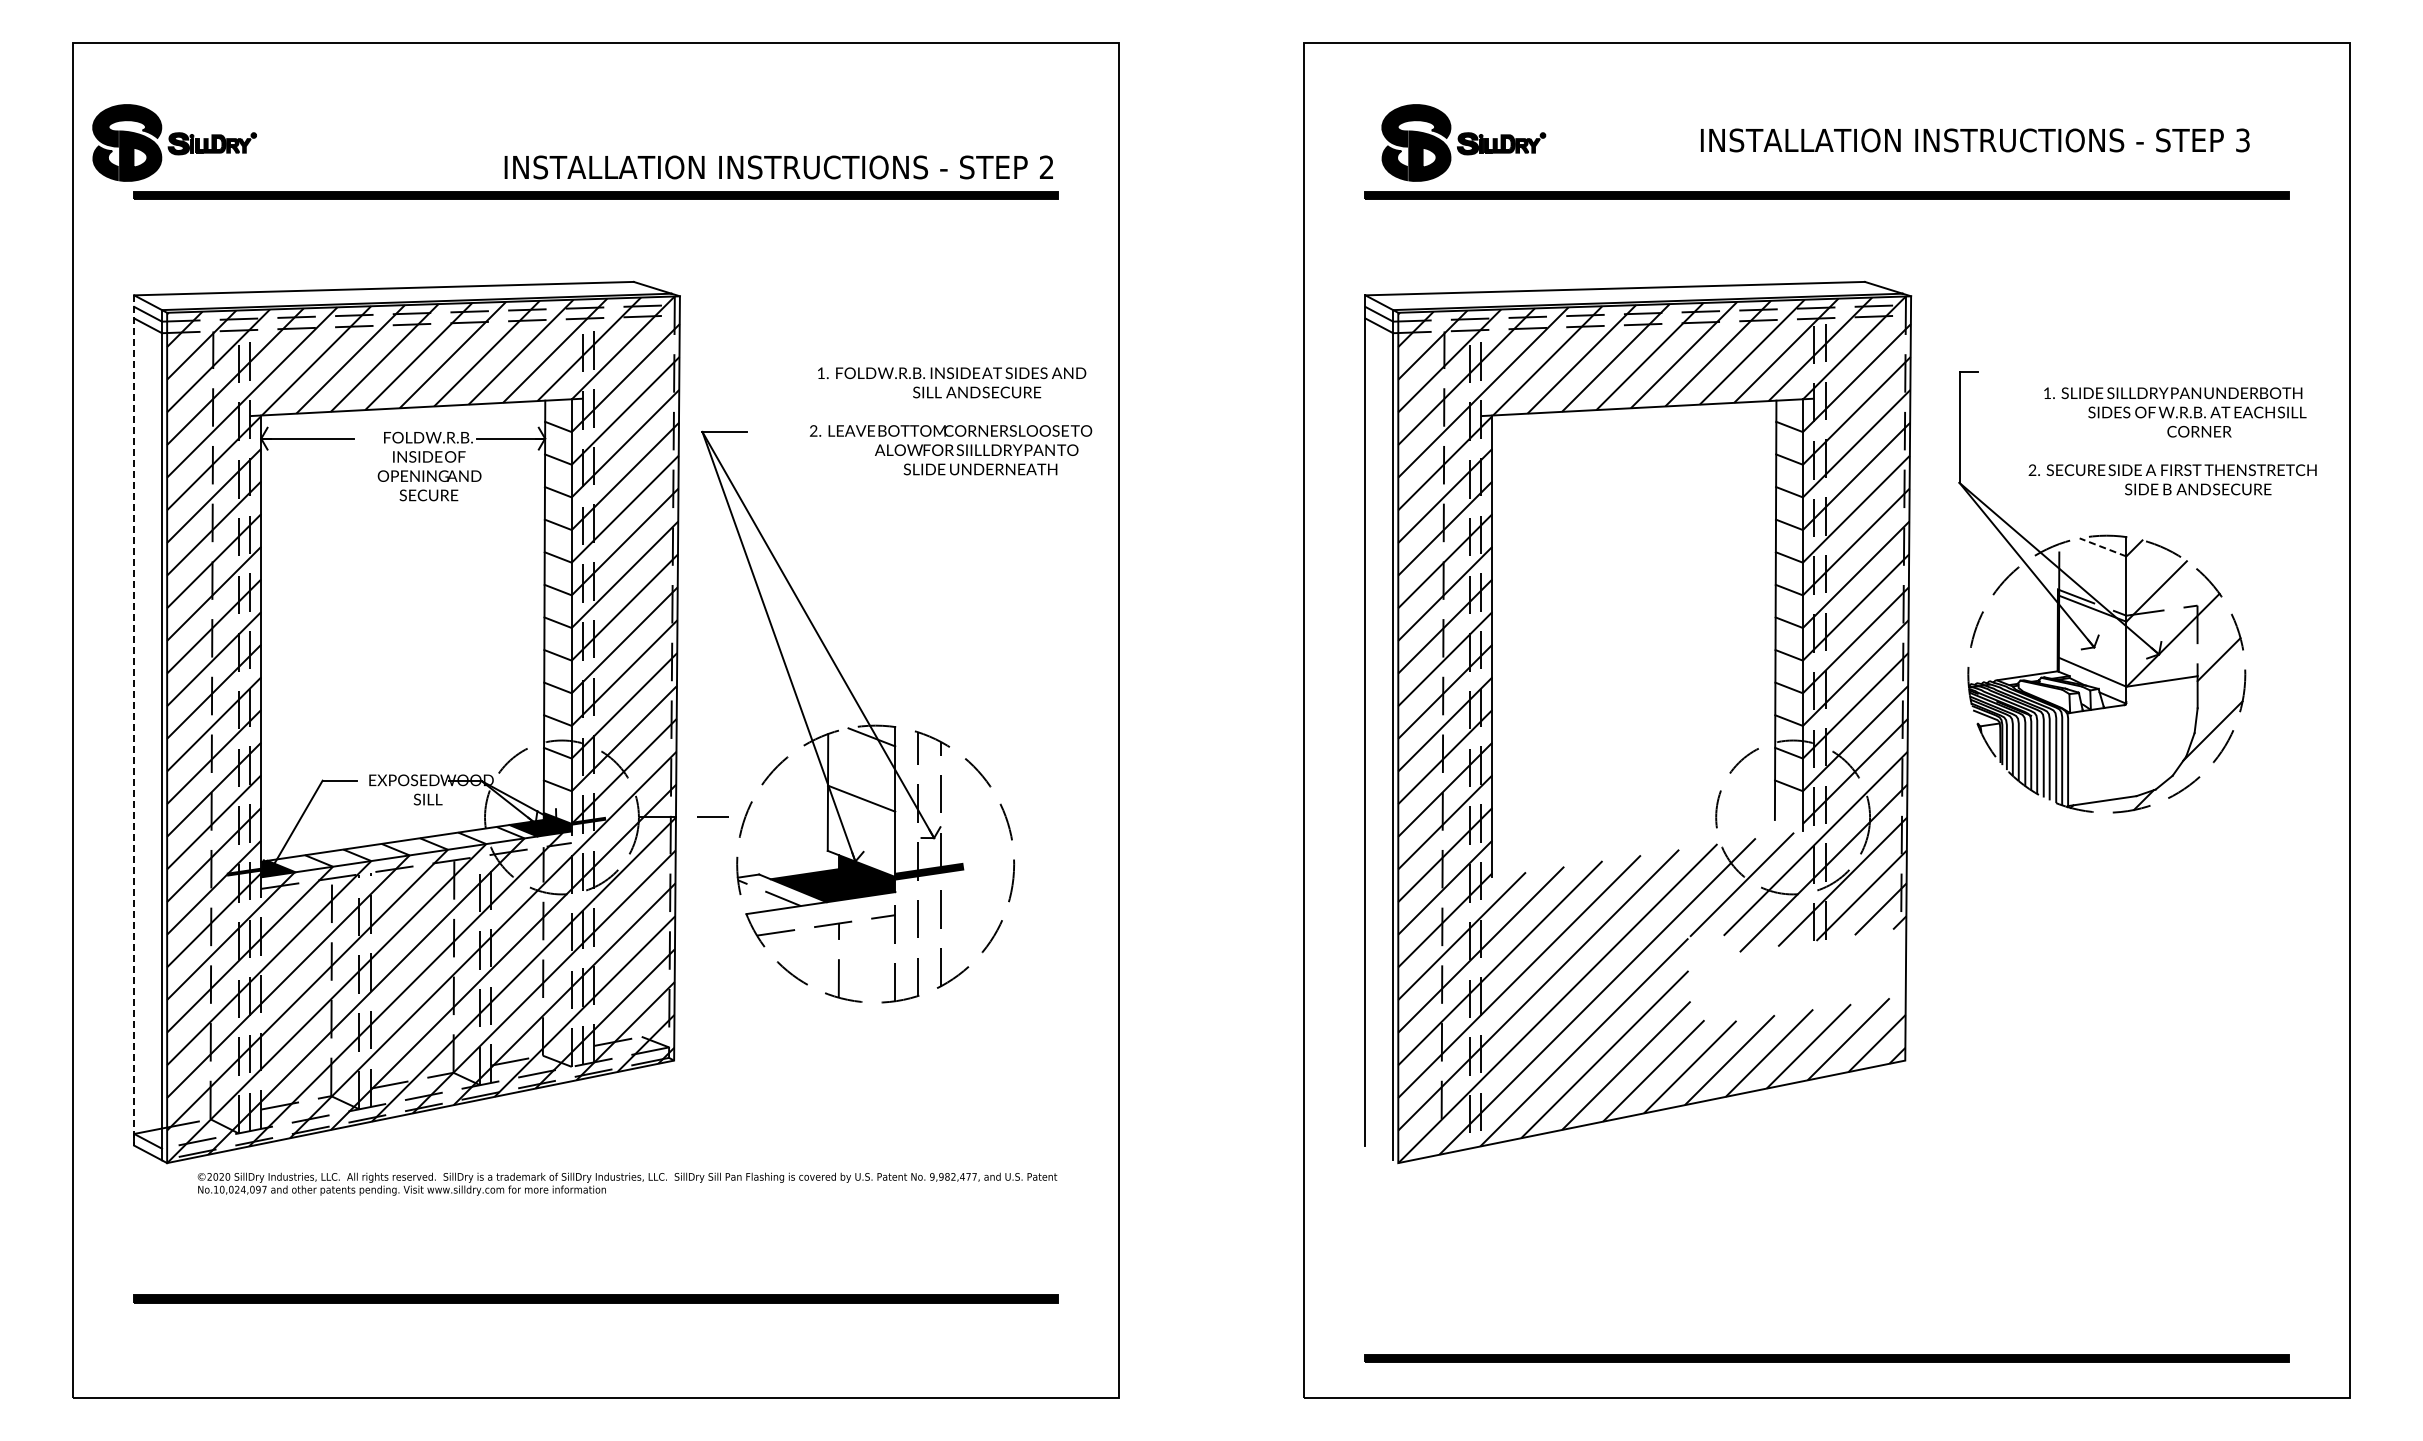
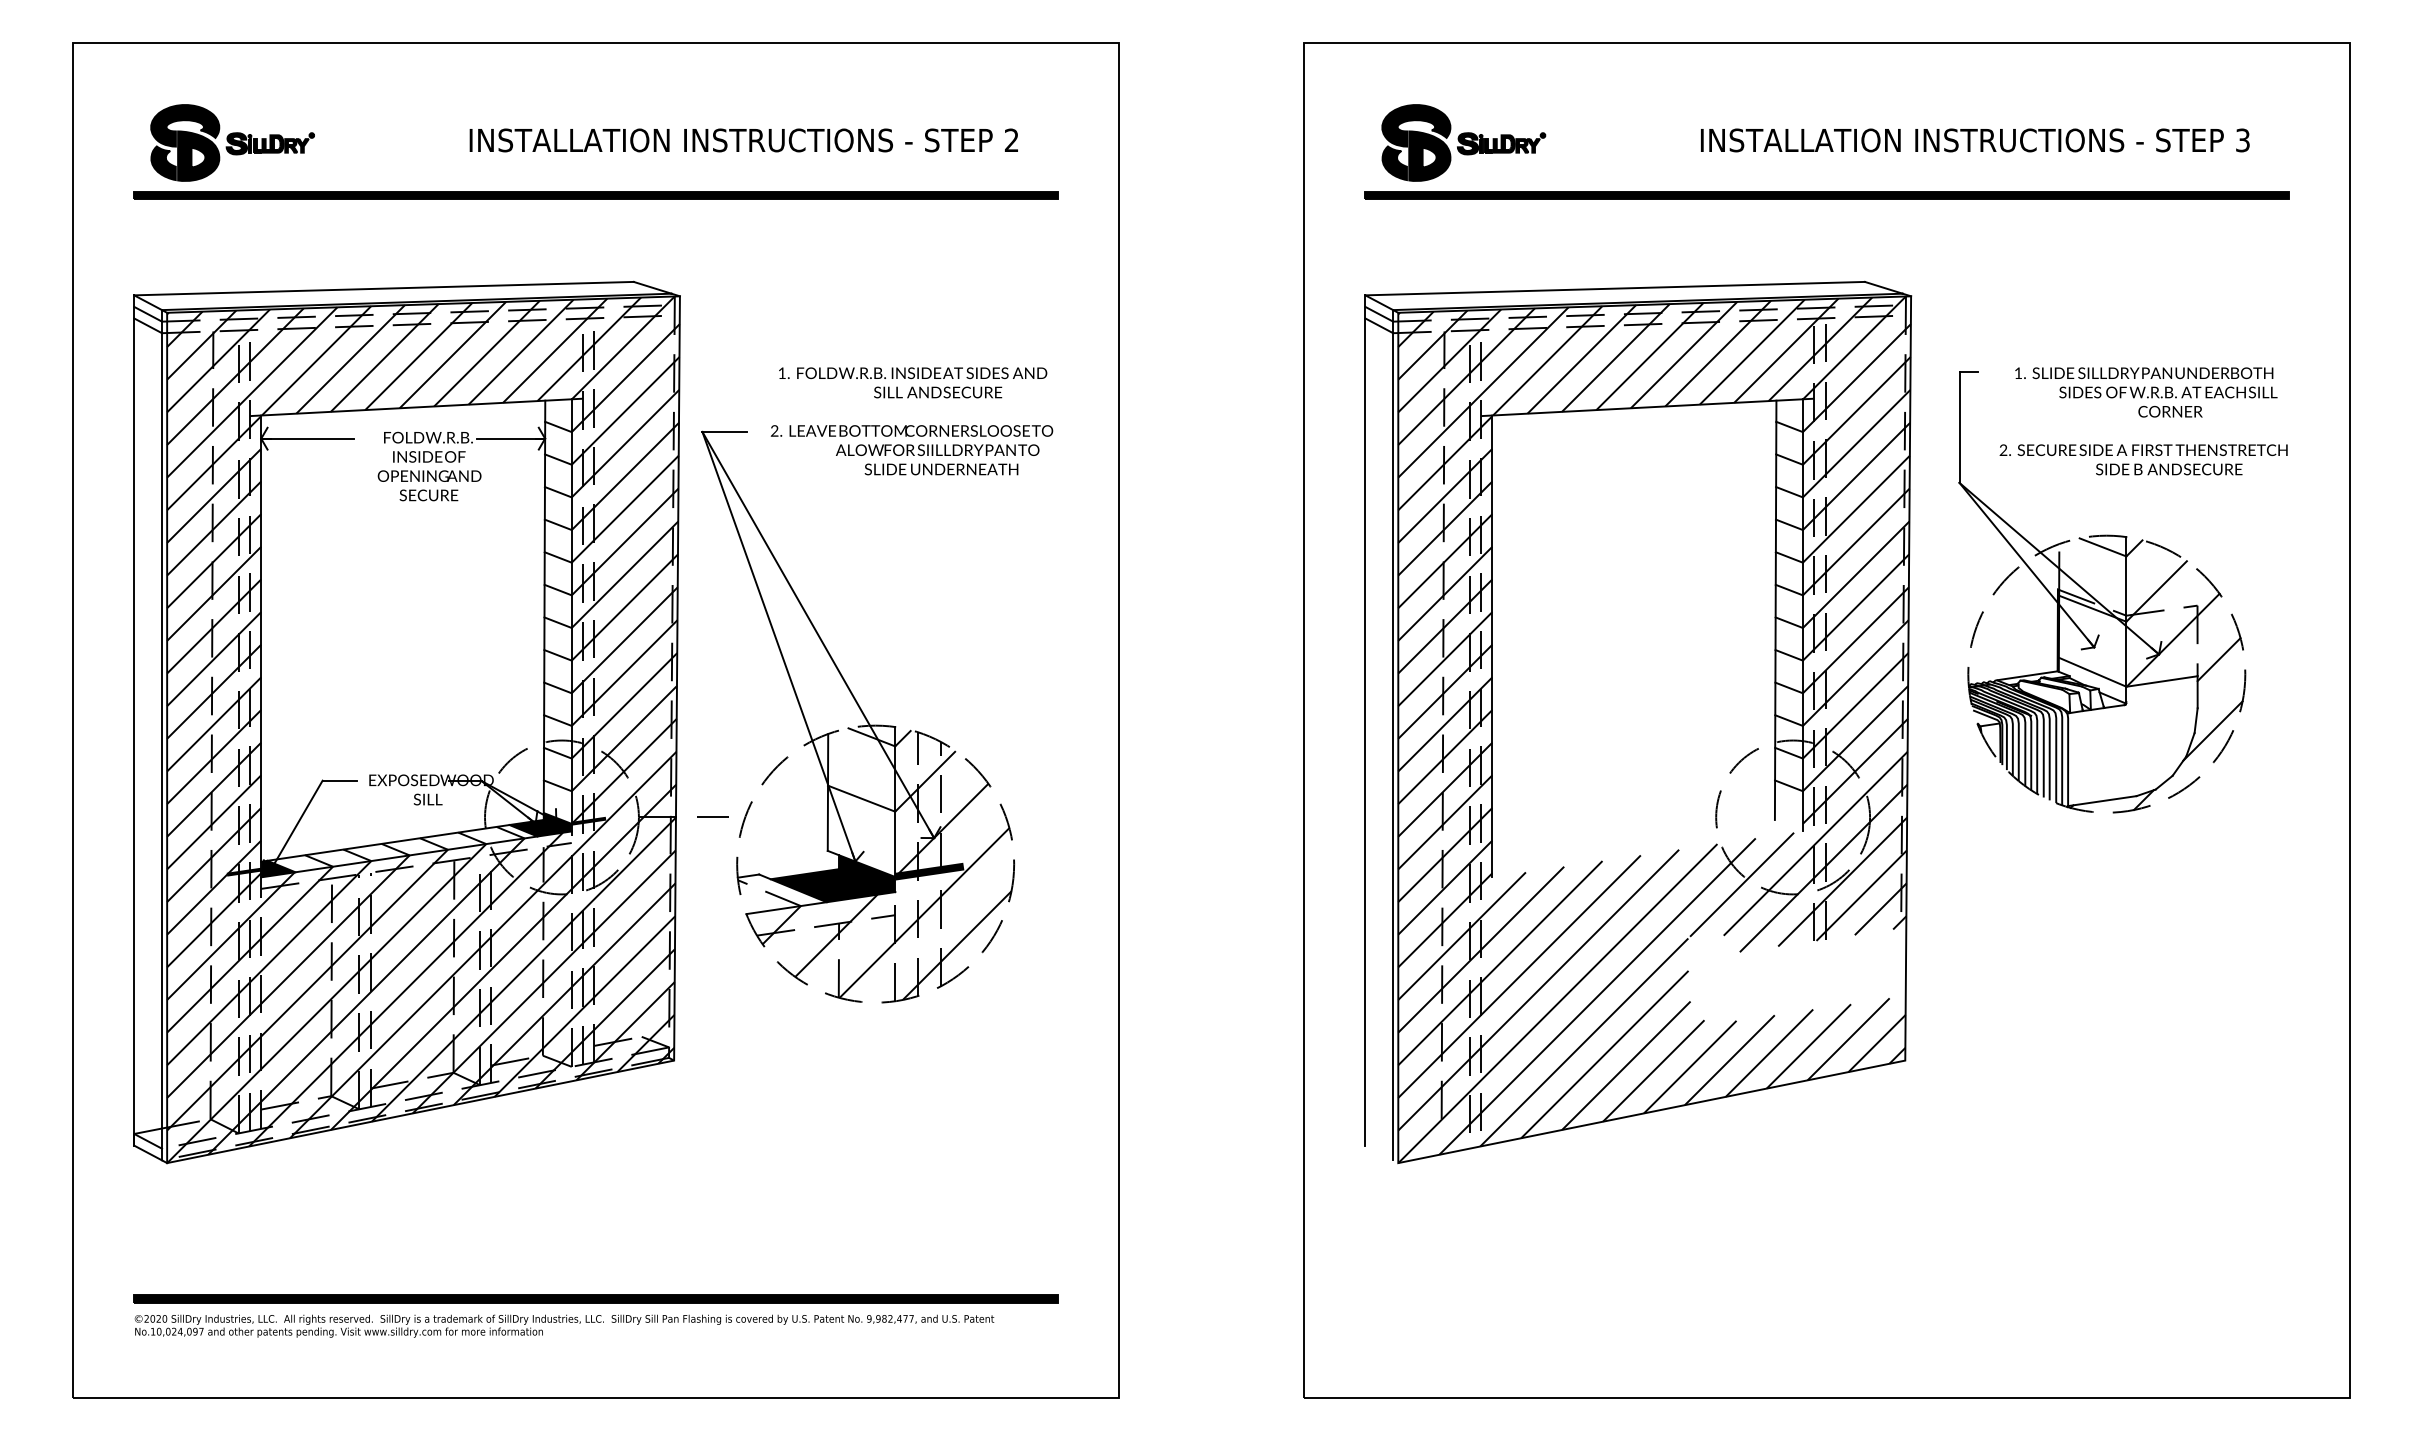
part at (174, 142) position: (174, 142) -> (232, 142)
text at (778, 167) position: (778, 167) -> (743, 140)
text at (950, 421) position: (950, 421) -> (911, 421)
text at (2172, 441) position: (2172, 441) -> (2143, 421)
line at (2102, 547): dashed -> solid
line at (134, 720): dashed -> solid
hatch at (886, 864): none -> present
text at (627, 1183) position: (627, 1183) -> (564, 1325)
part at (1826, 1358): present -> none
